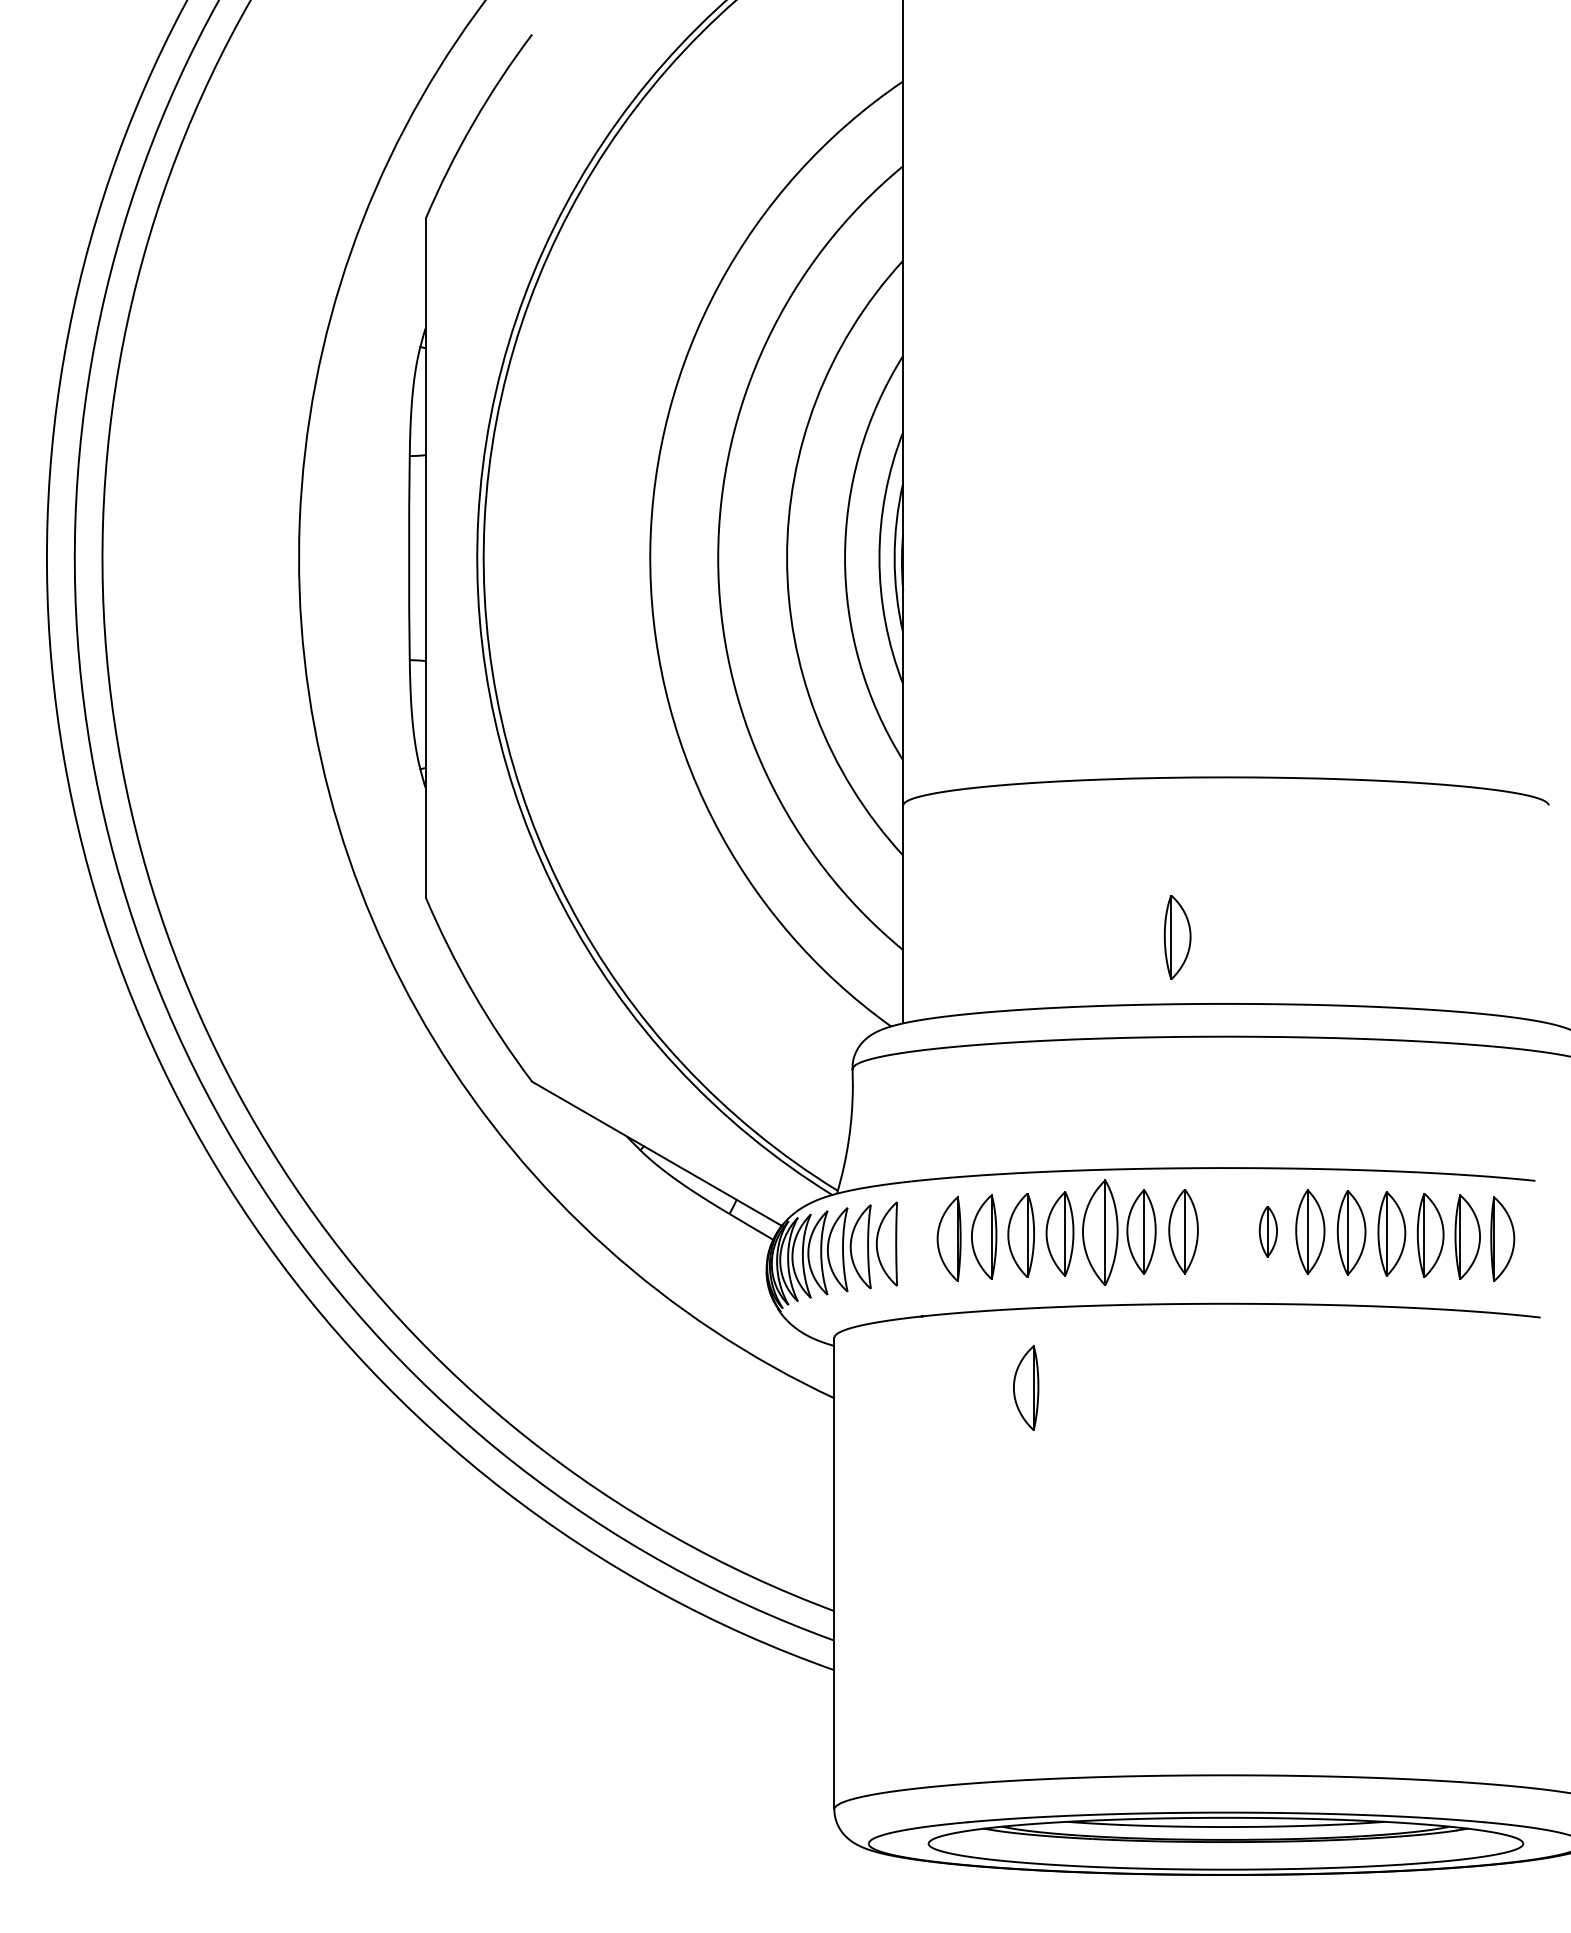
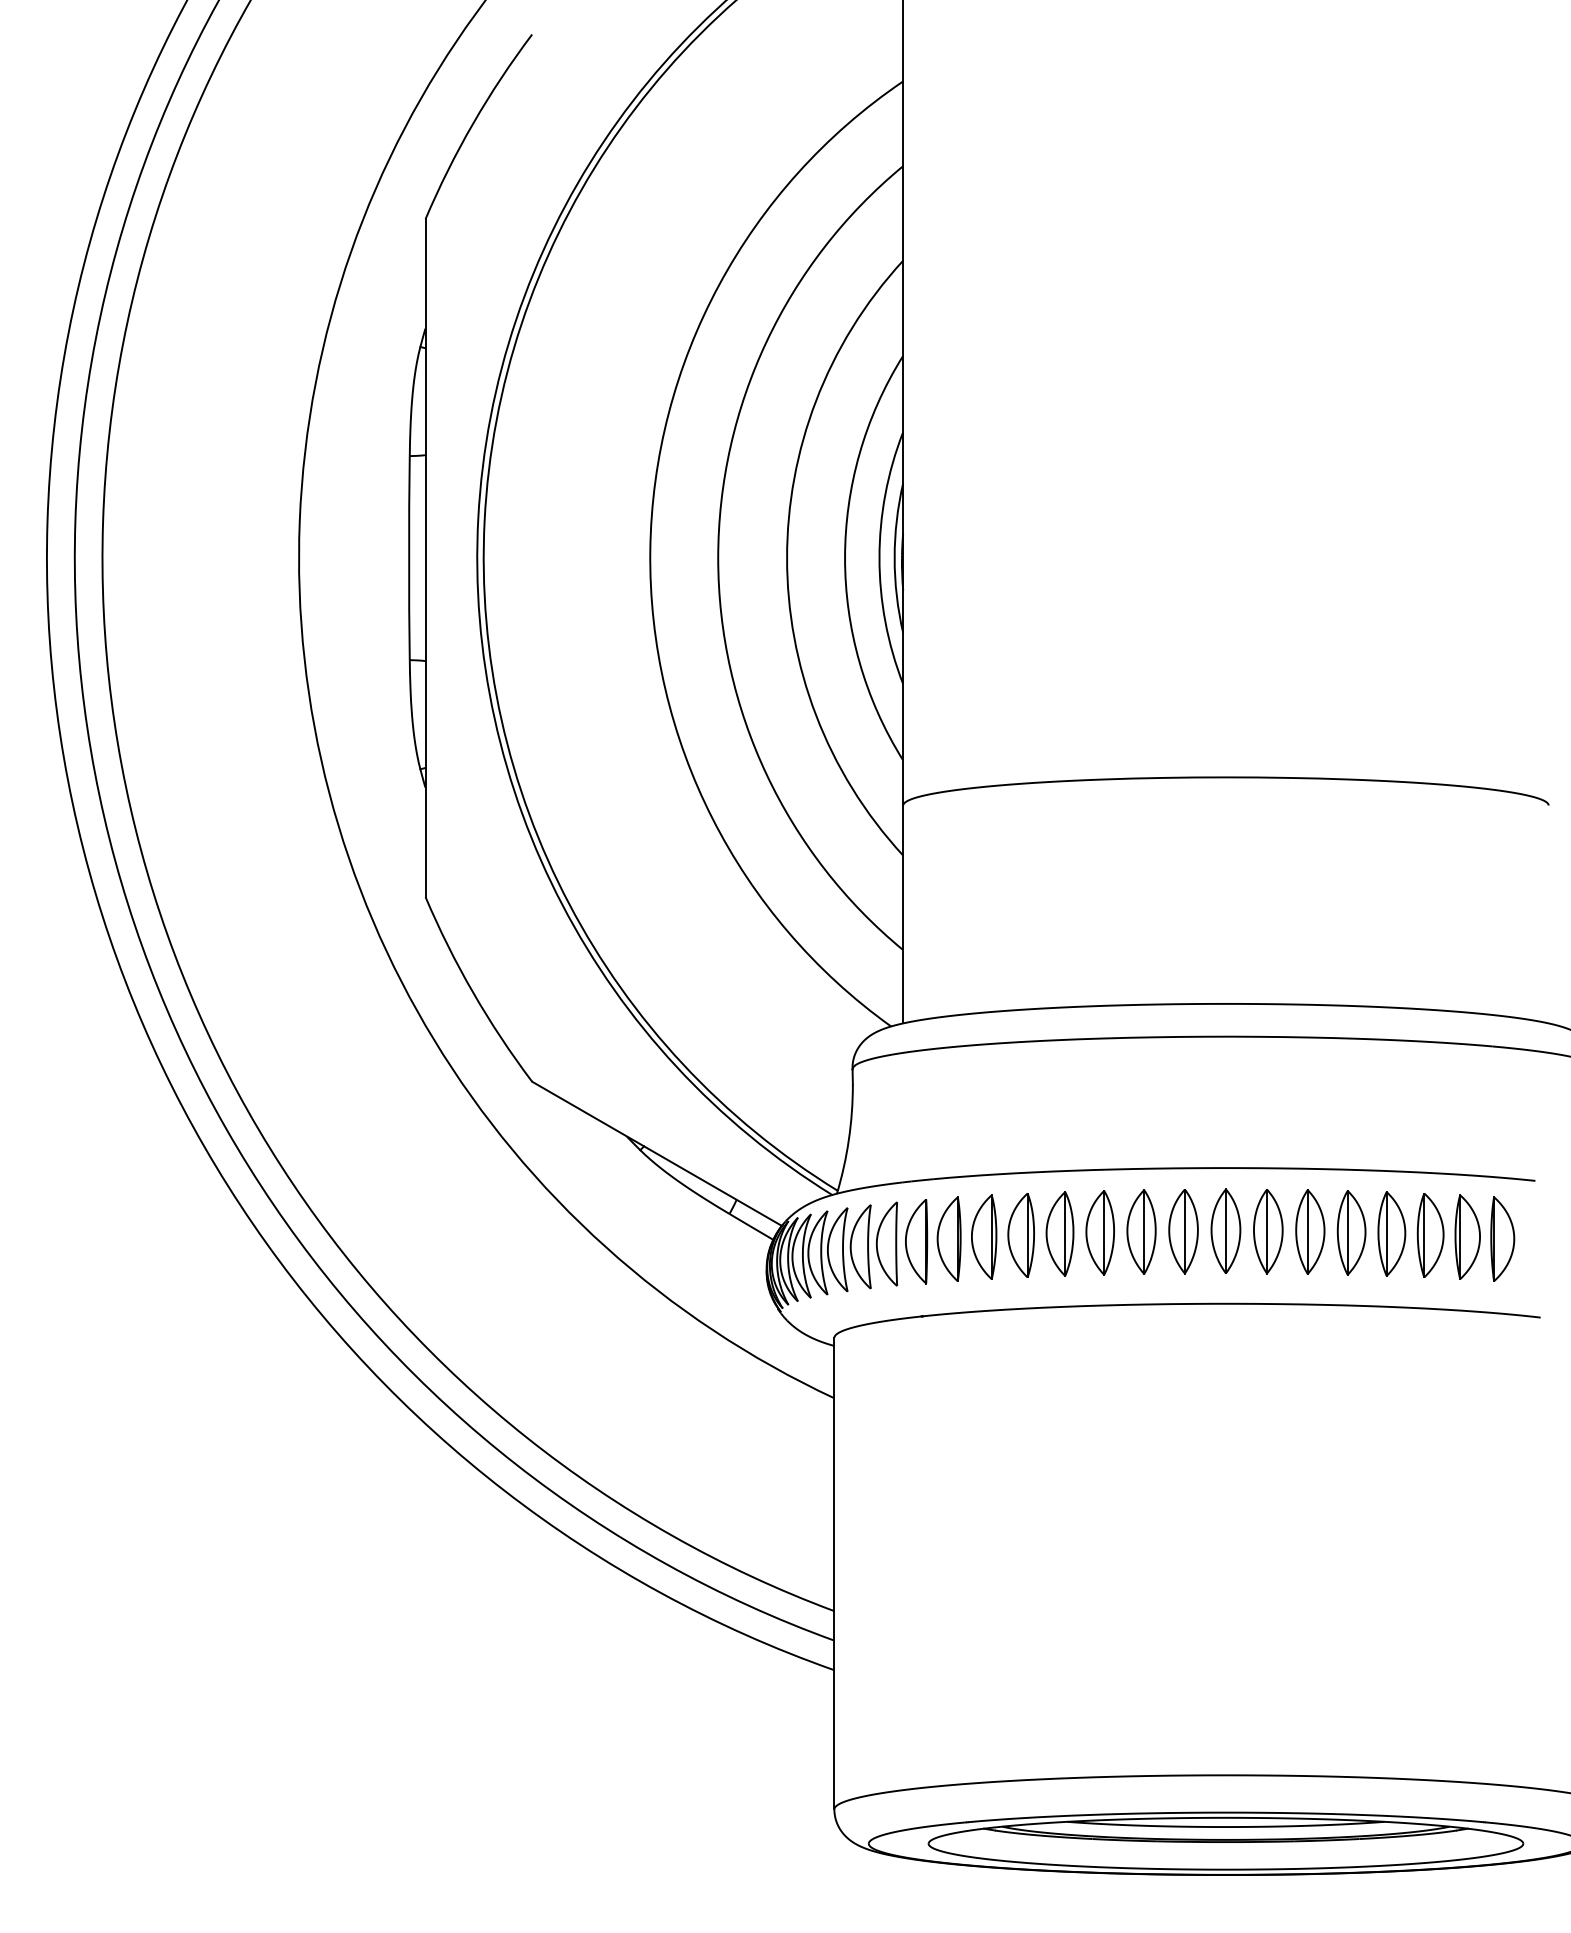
part at (1177, 937): present -> none
part at (1225, 1230): none -> present
part at (1267, 1231) size: 20x52 px -> 31x86 px
part at (1100, 1232) size: 37x107 px -> 30x86 px
part at (916, 1241): none -> present
part at (1026, 1387): present -> none
